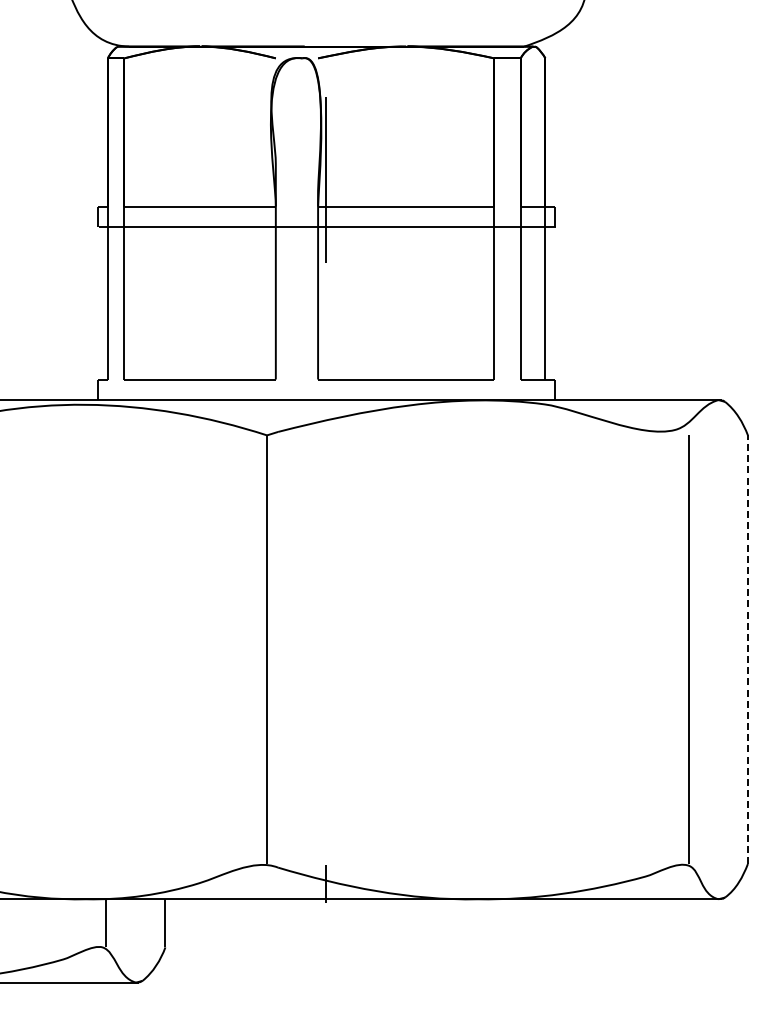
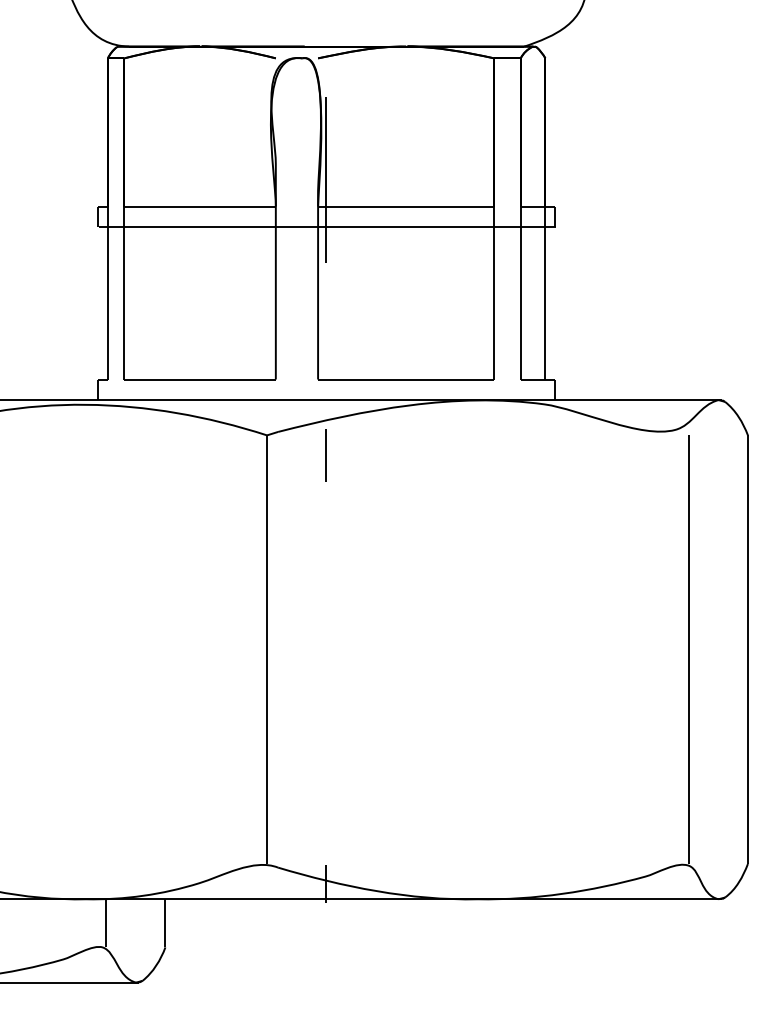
line at (325, 455): none -> present
line at (747, 649): dashed -> solid
